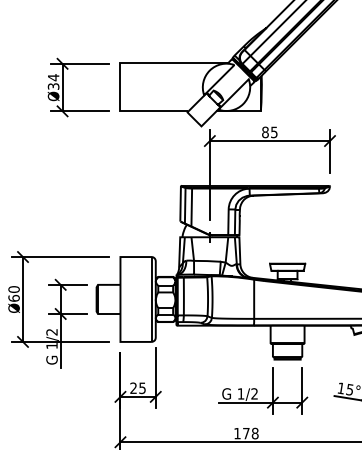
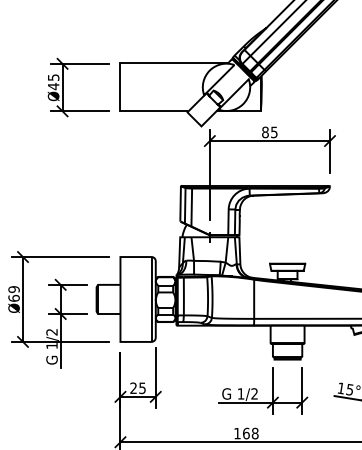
text at (53, 82): Ø34 -> Ø45
text at (13, 289): Ø60 -> Ø69
text at (246, 433): 178 -> 168
